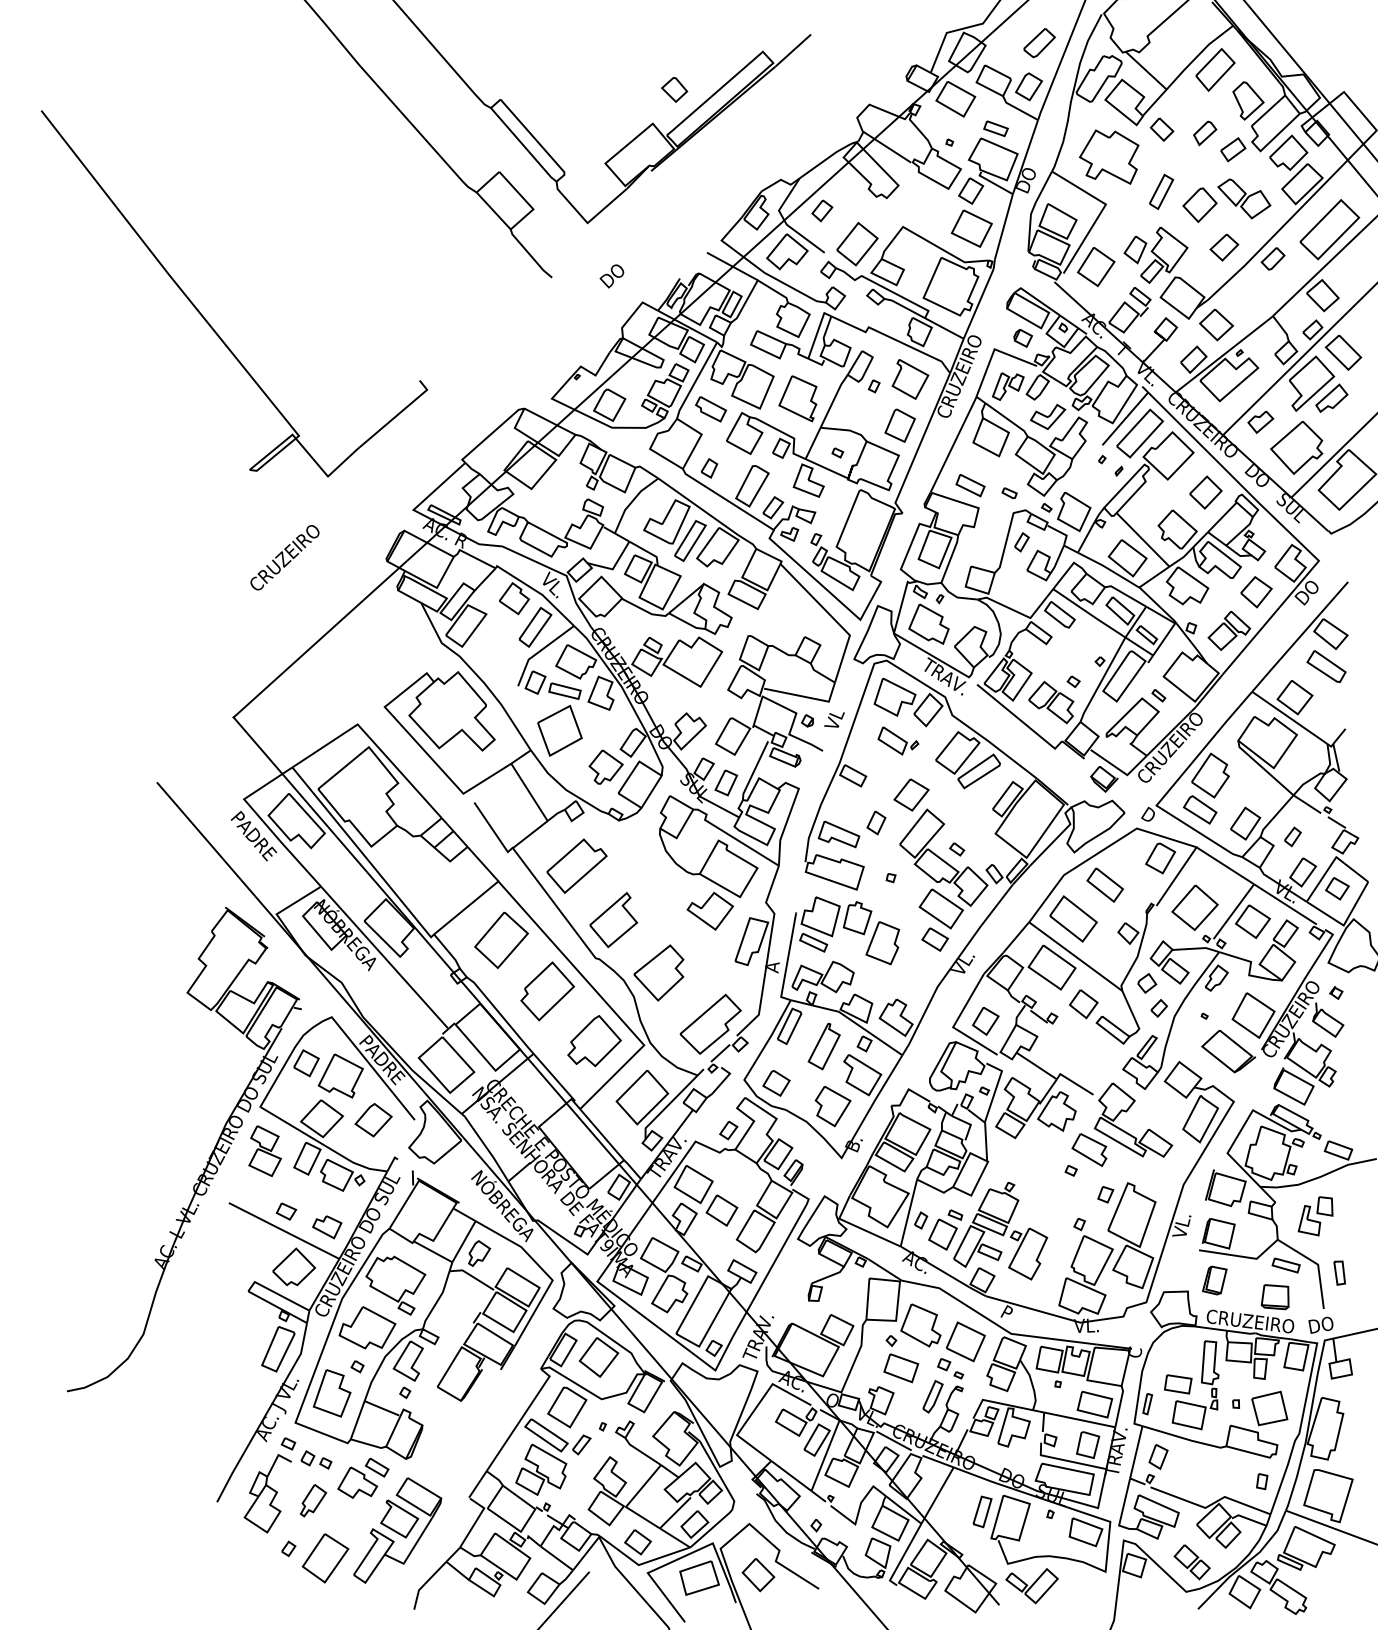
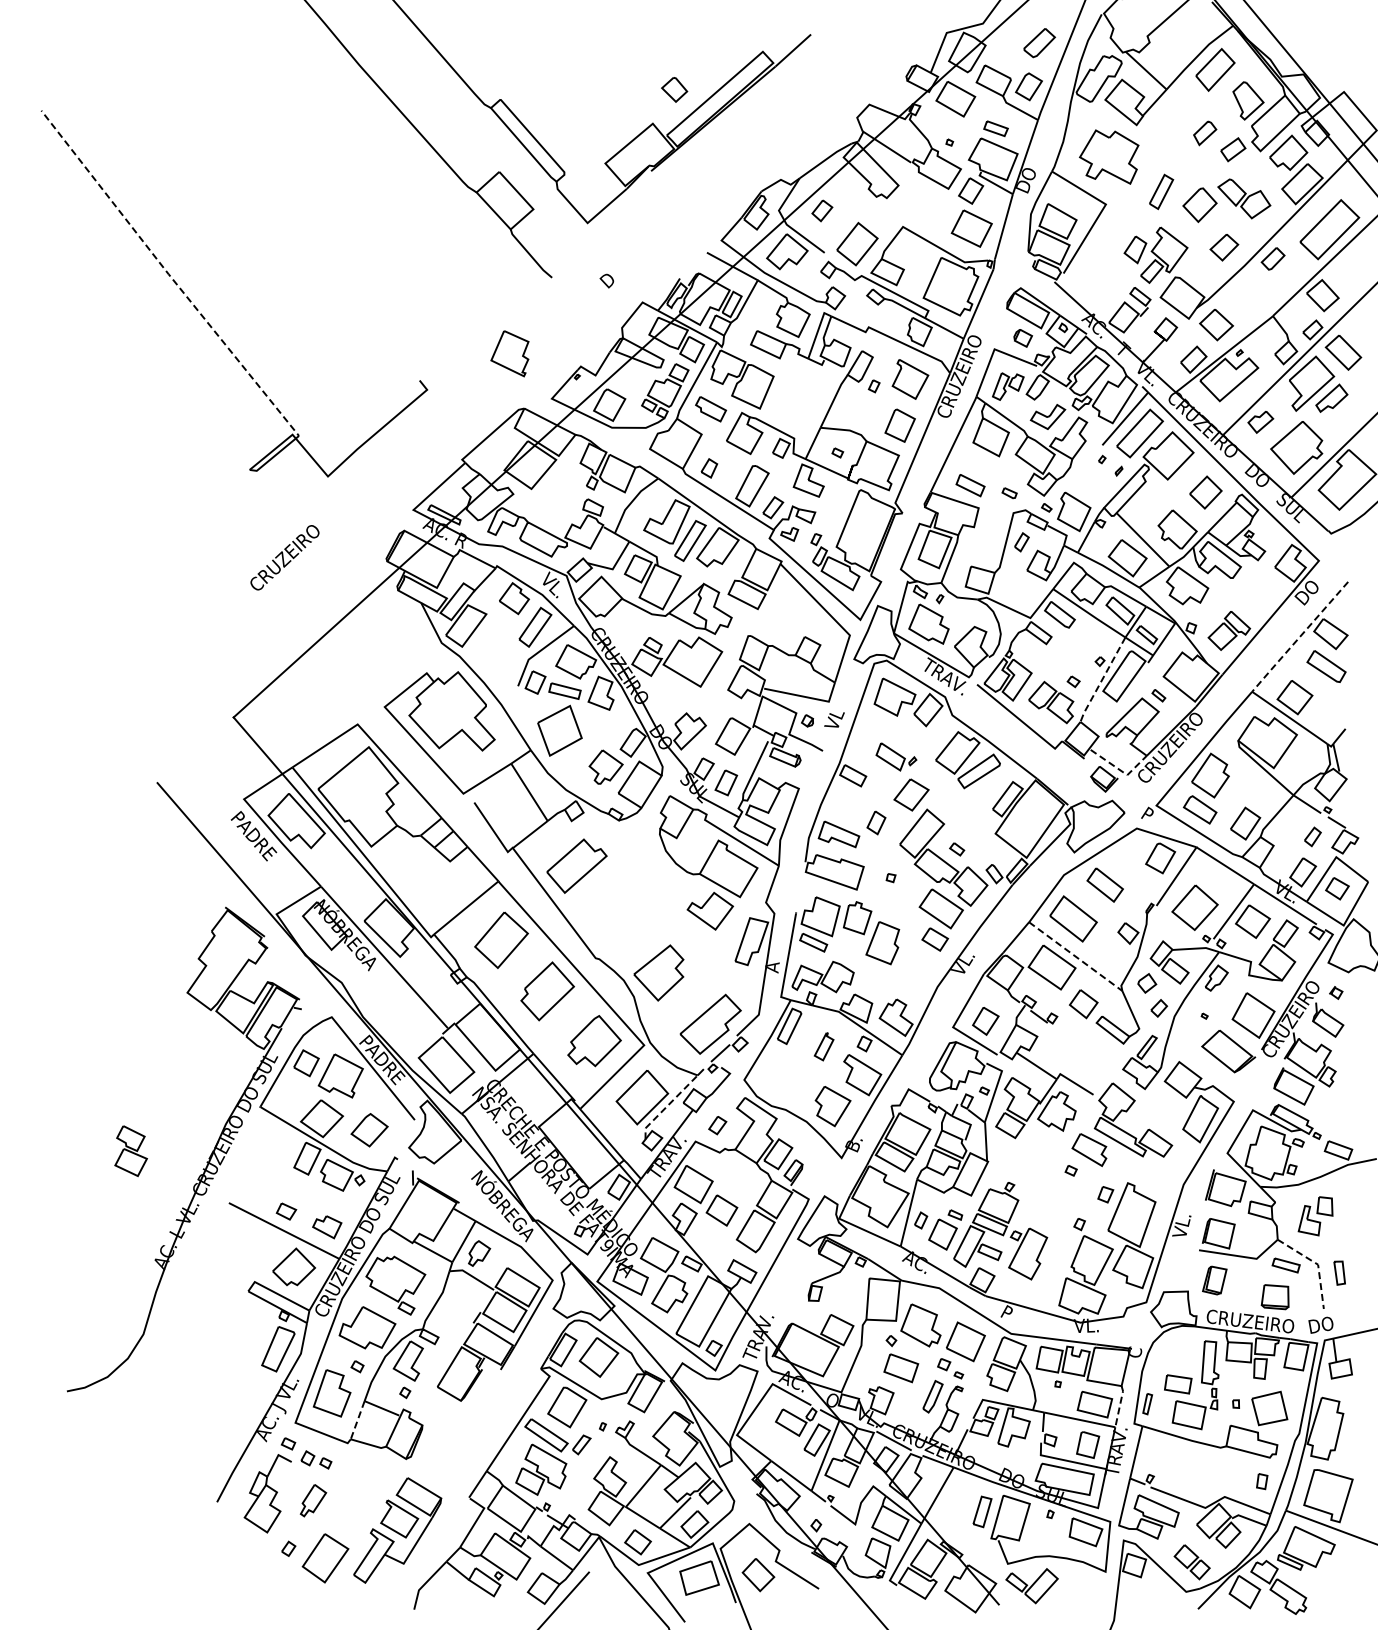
part at (1161, 129): present -> none
part at (1096, 267): present -> none
text at (617, 270): DO -> D
line at (169, 275): solid -> dashed
part at (797, 398) position: (797, 398) -> (509, 353)
part at (1256, 592): present -> none
line at (1299, 637): solid -> dashed
line at (1102, 680): solid -> dashed
part at (898, 740) position: (898, 740) -> (896, 756)
line at (1120, 770): solid -> dashed
text at (1148, 815): D -> P
part at (1292, 836) position: (1292, 836) -> (1312, 836)
part at (613, 920): present -> none
line at (1075, 956): solid -> dashed
part at (823, 1046) size: 34x48 px -> 22x30 px
part at (776, 1083): present -> none
line at (667, 1106): solid -> dashed
part at (373, 1120) position: (373, 1120) -> (369, 1130)
part at (728, 1130) position: (728, 1130) -> (717, 1125)
part at (264, 1151) position: (264, 1151) -> (130, 1151)
line at (1317, 1264): solid -> dashed
line at (1119, 1405): solid -> dashed
line at (357, 1420): solid -> dashed
part at (1158, 1456): present -> none
part at (363, 1477): present -> none
